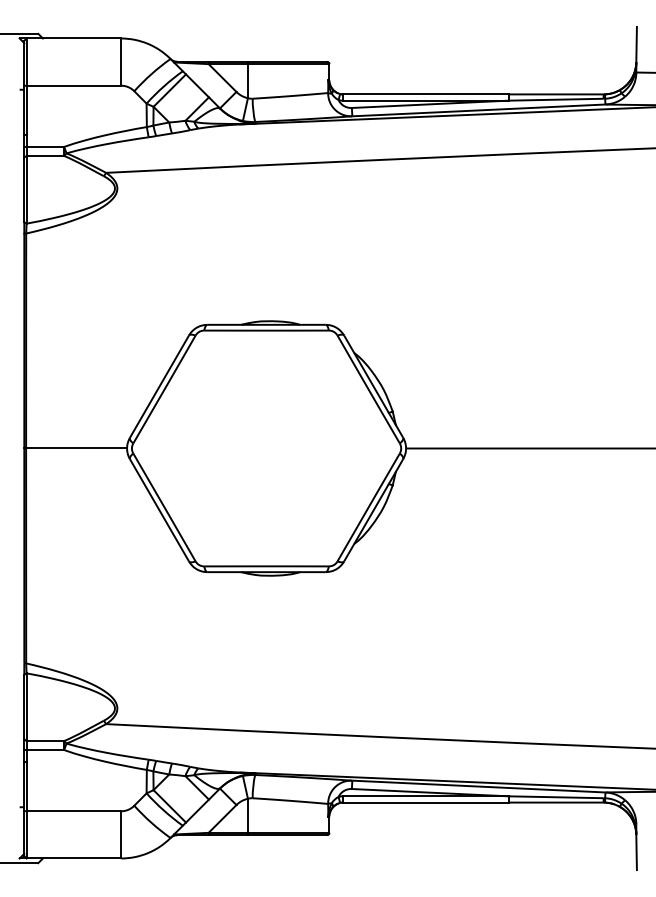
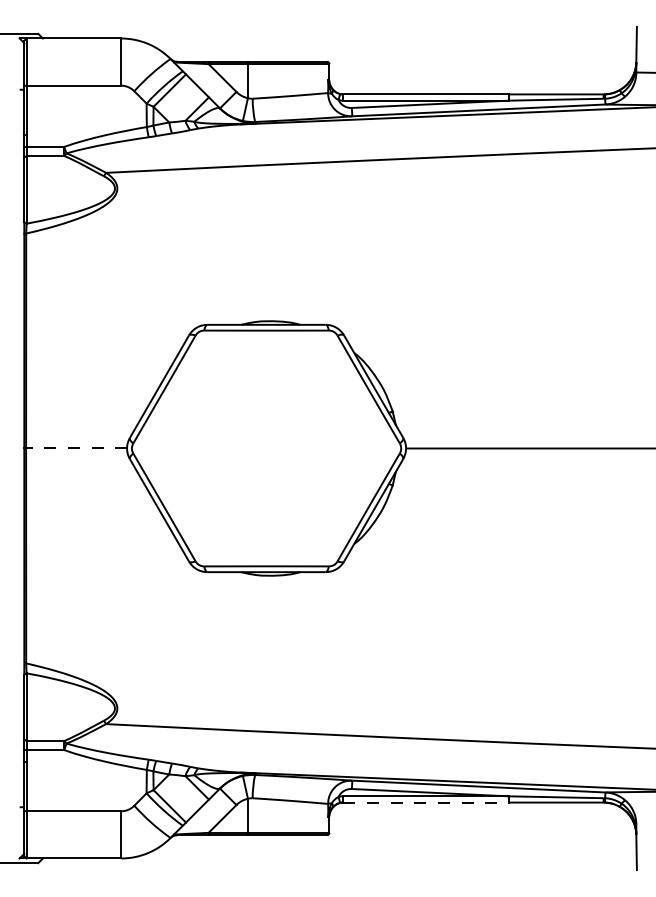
line at (76, 448): solid -> dashed
line at (426, 802): solid -> dashed
